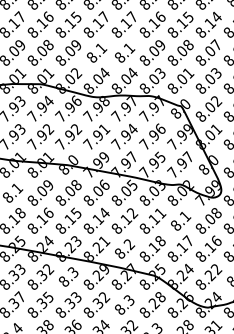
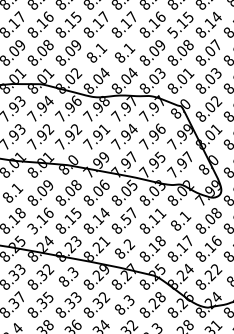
text at (172, 32): 8.15 -> 5.15
text at (129, 216): 8.12 -> 8.57
text at (32, 228): 8.16 -> 3.16
